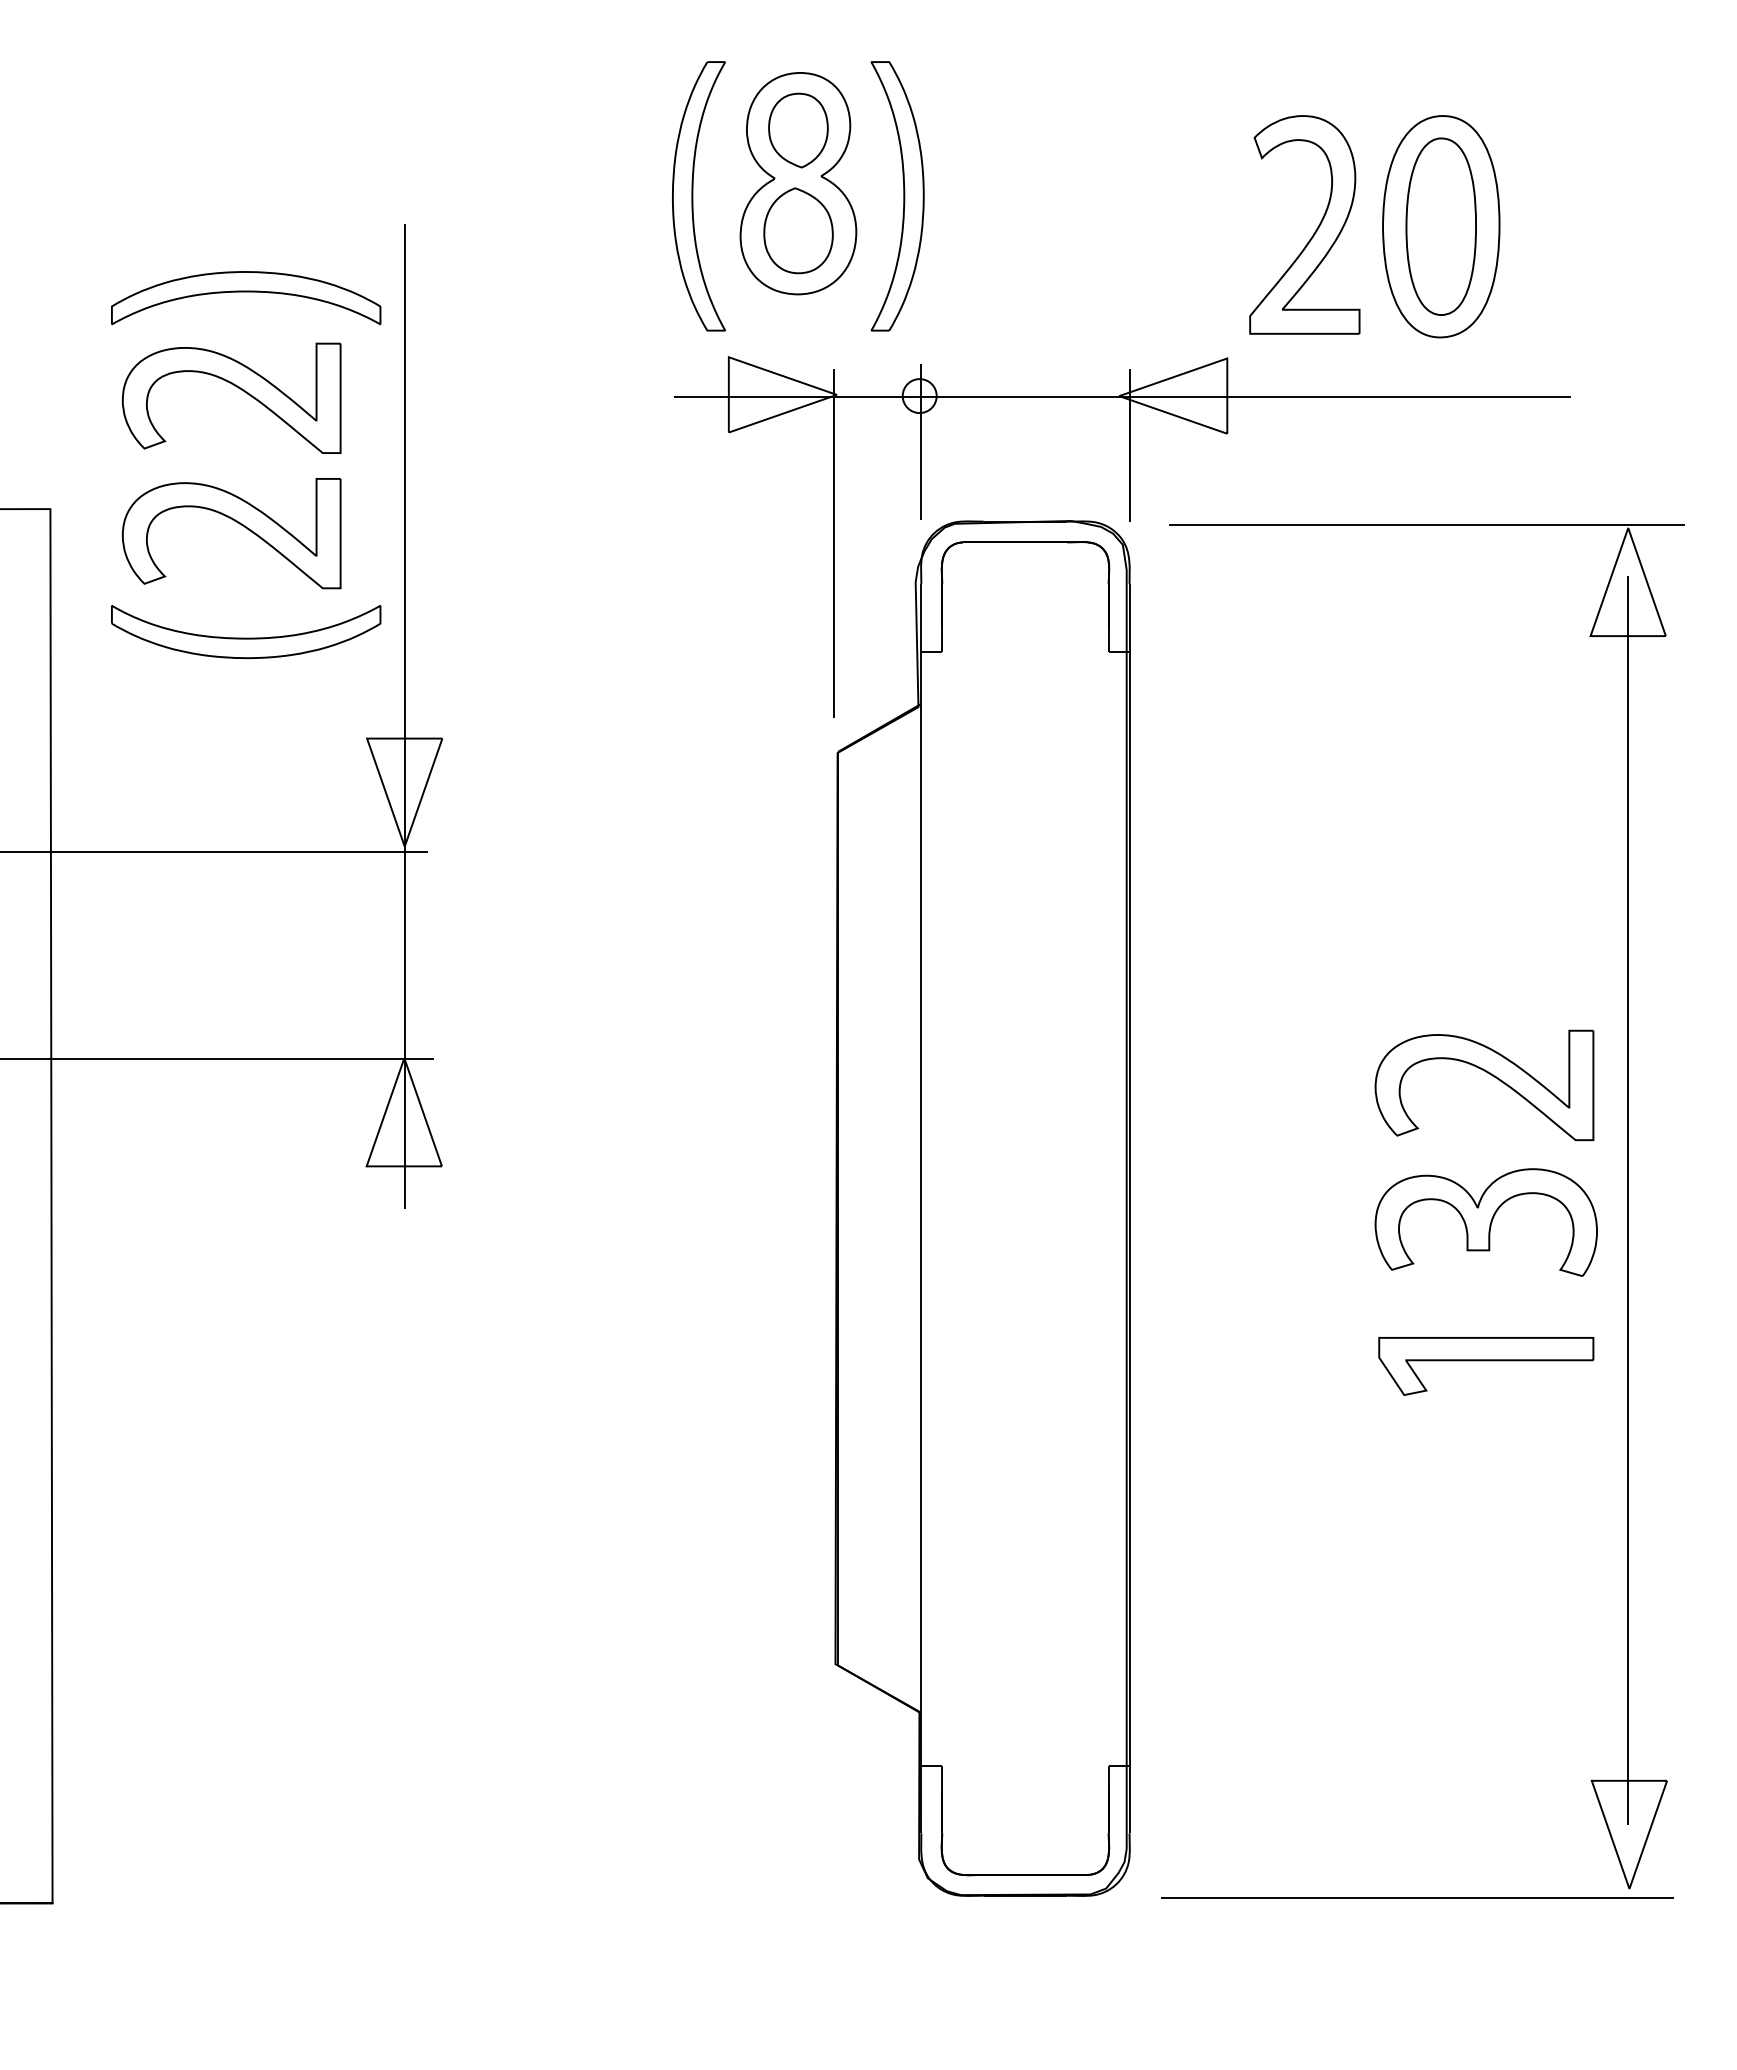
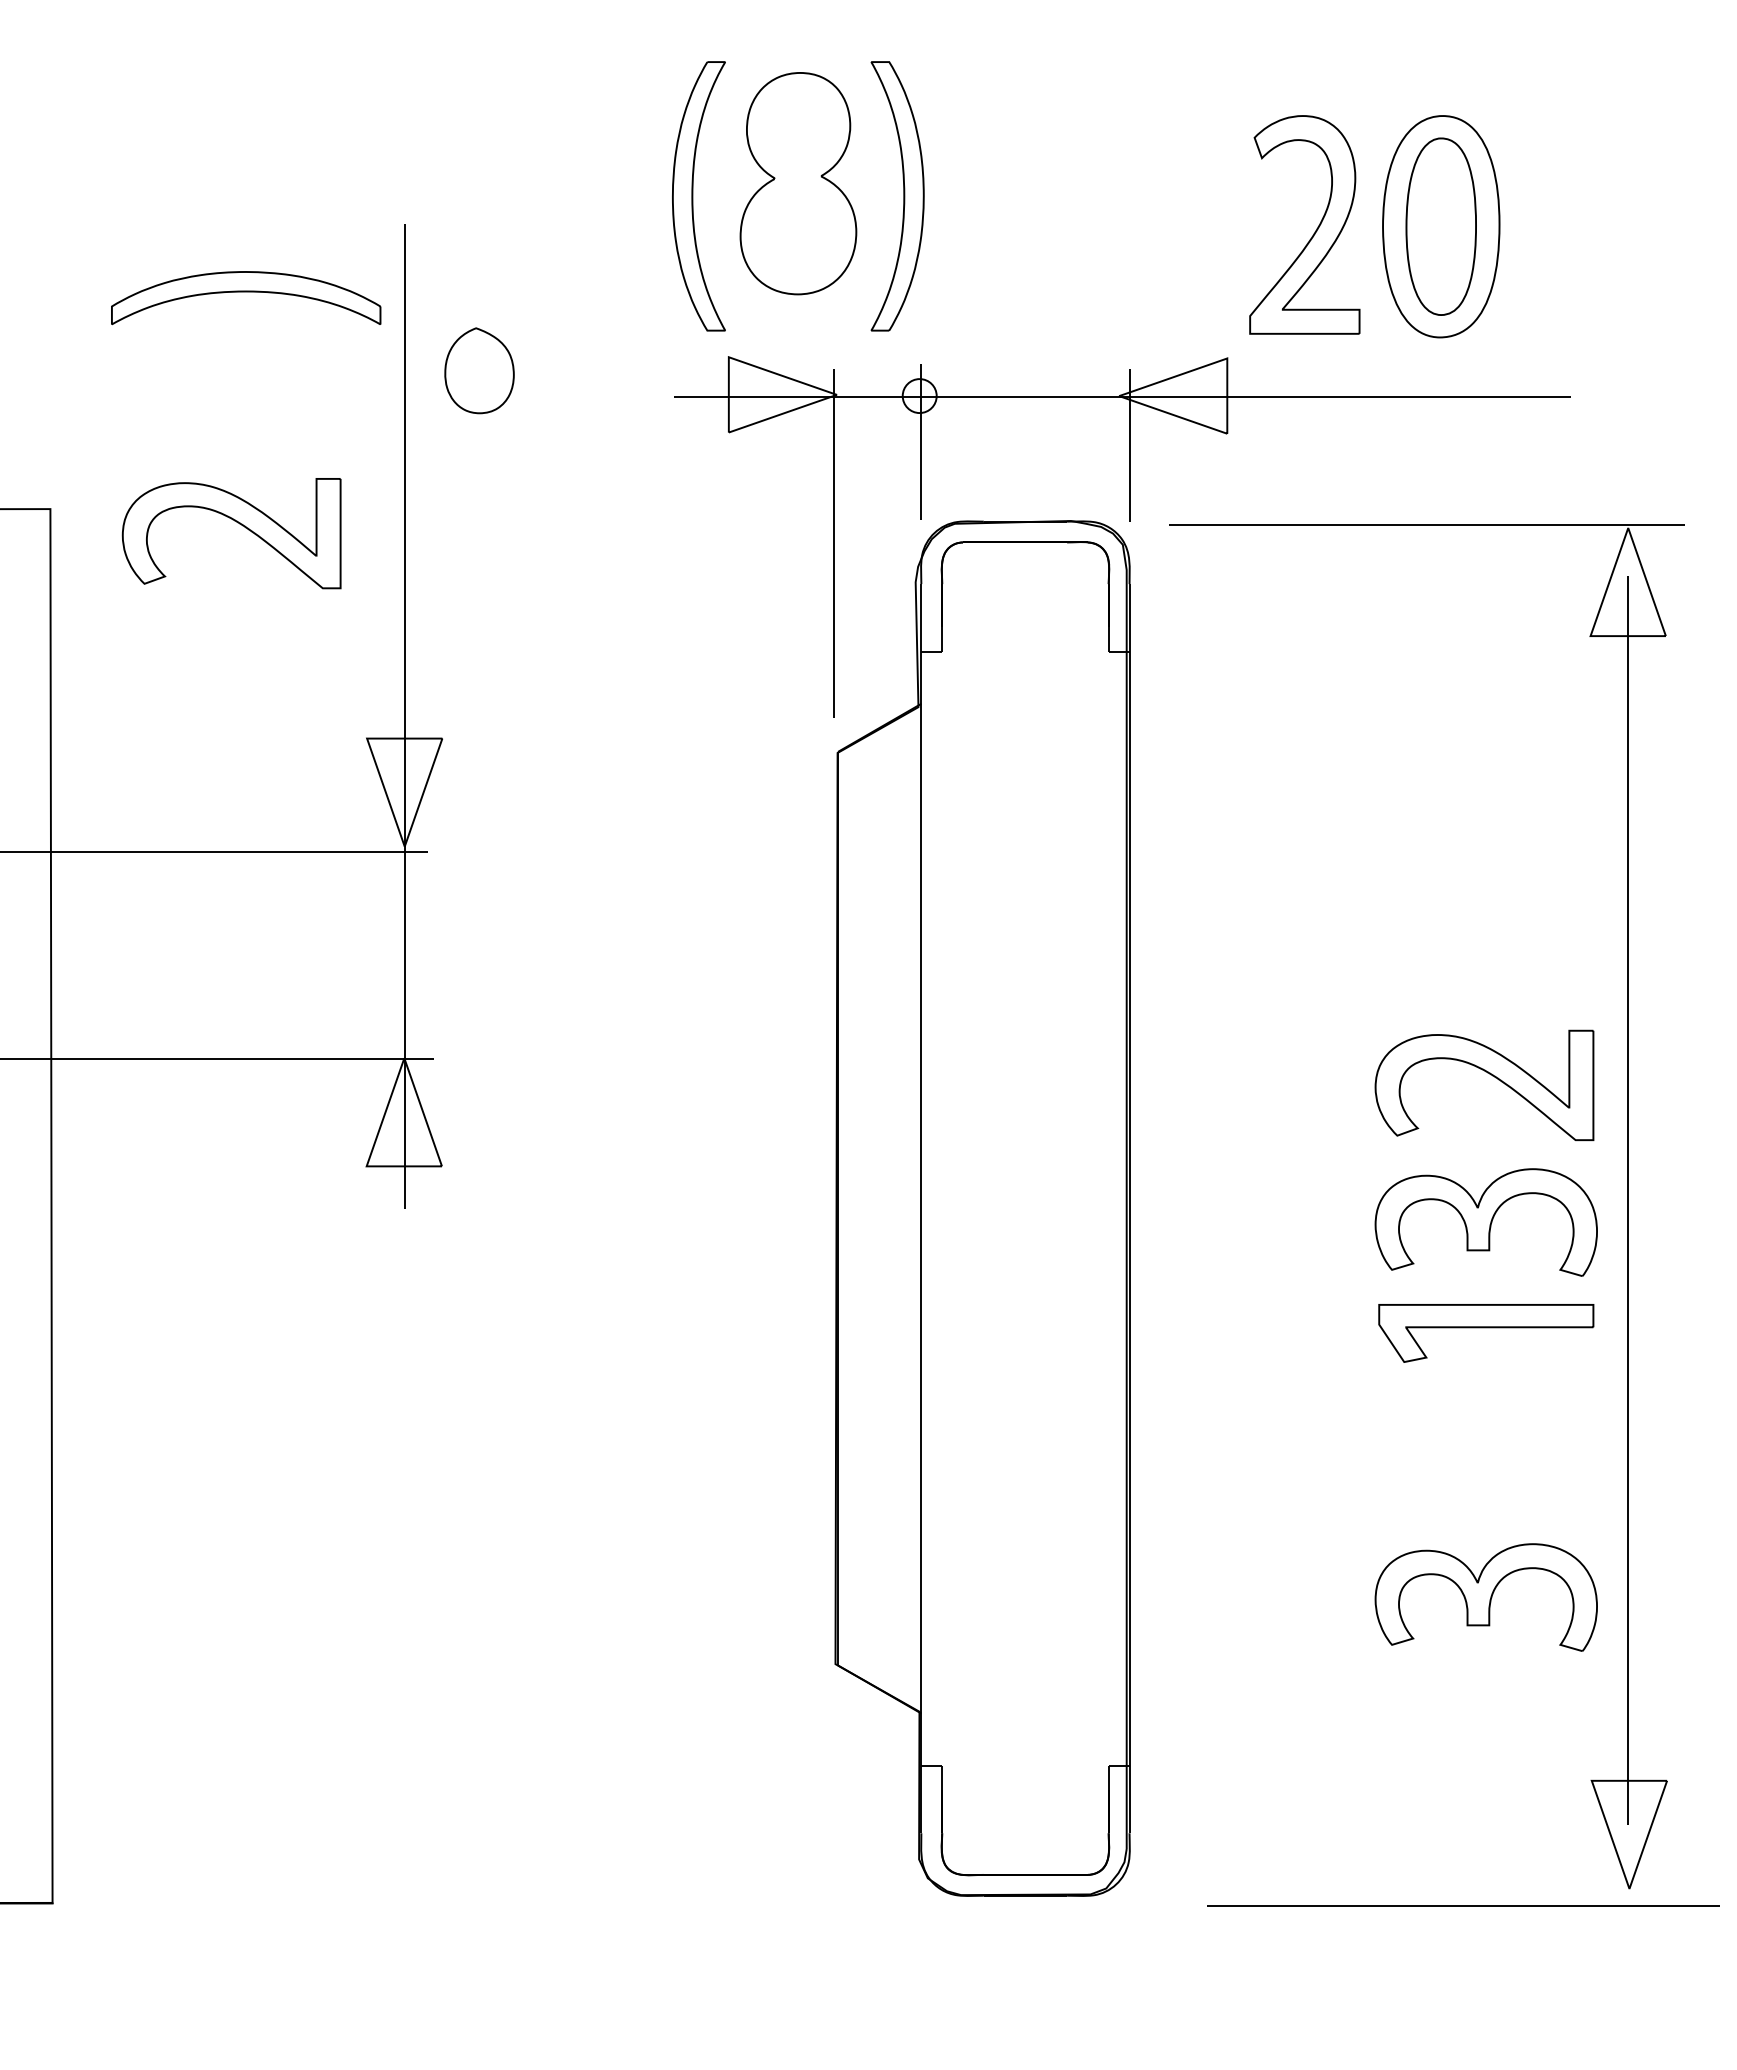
part at (798, 130): present -> none
part at (798, 230) position: (798, 230) -> (479, 370)
part at (236, 387): present -> none
part at (246, 632): present -> none
part at (1486, 1366) position: (1486, 1366) -> (1486, 1333)
part at (1485, 1597): none -> present
line at (1417, 1897) position: (1417, 1897) -> (1463, 1905)
